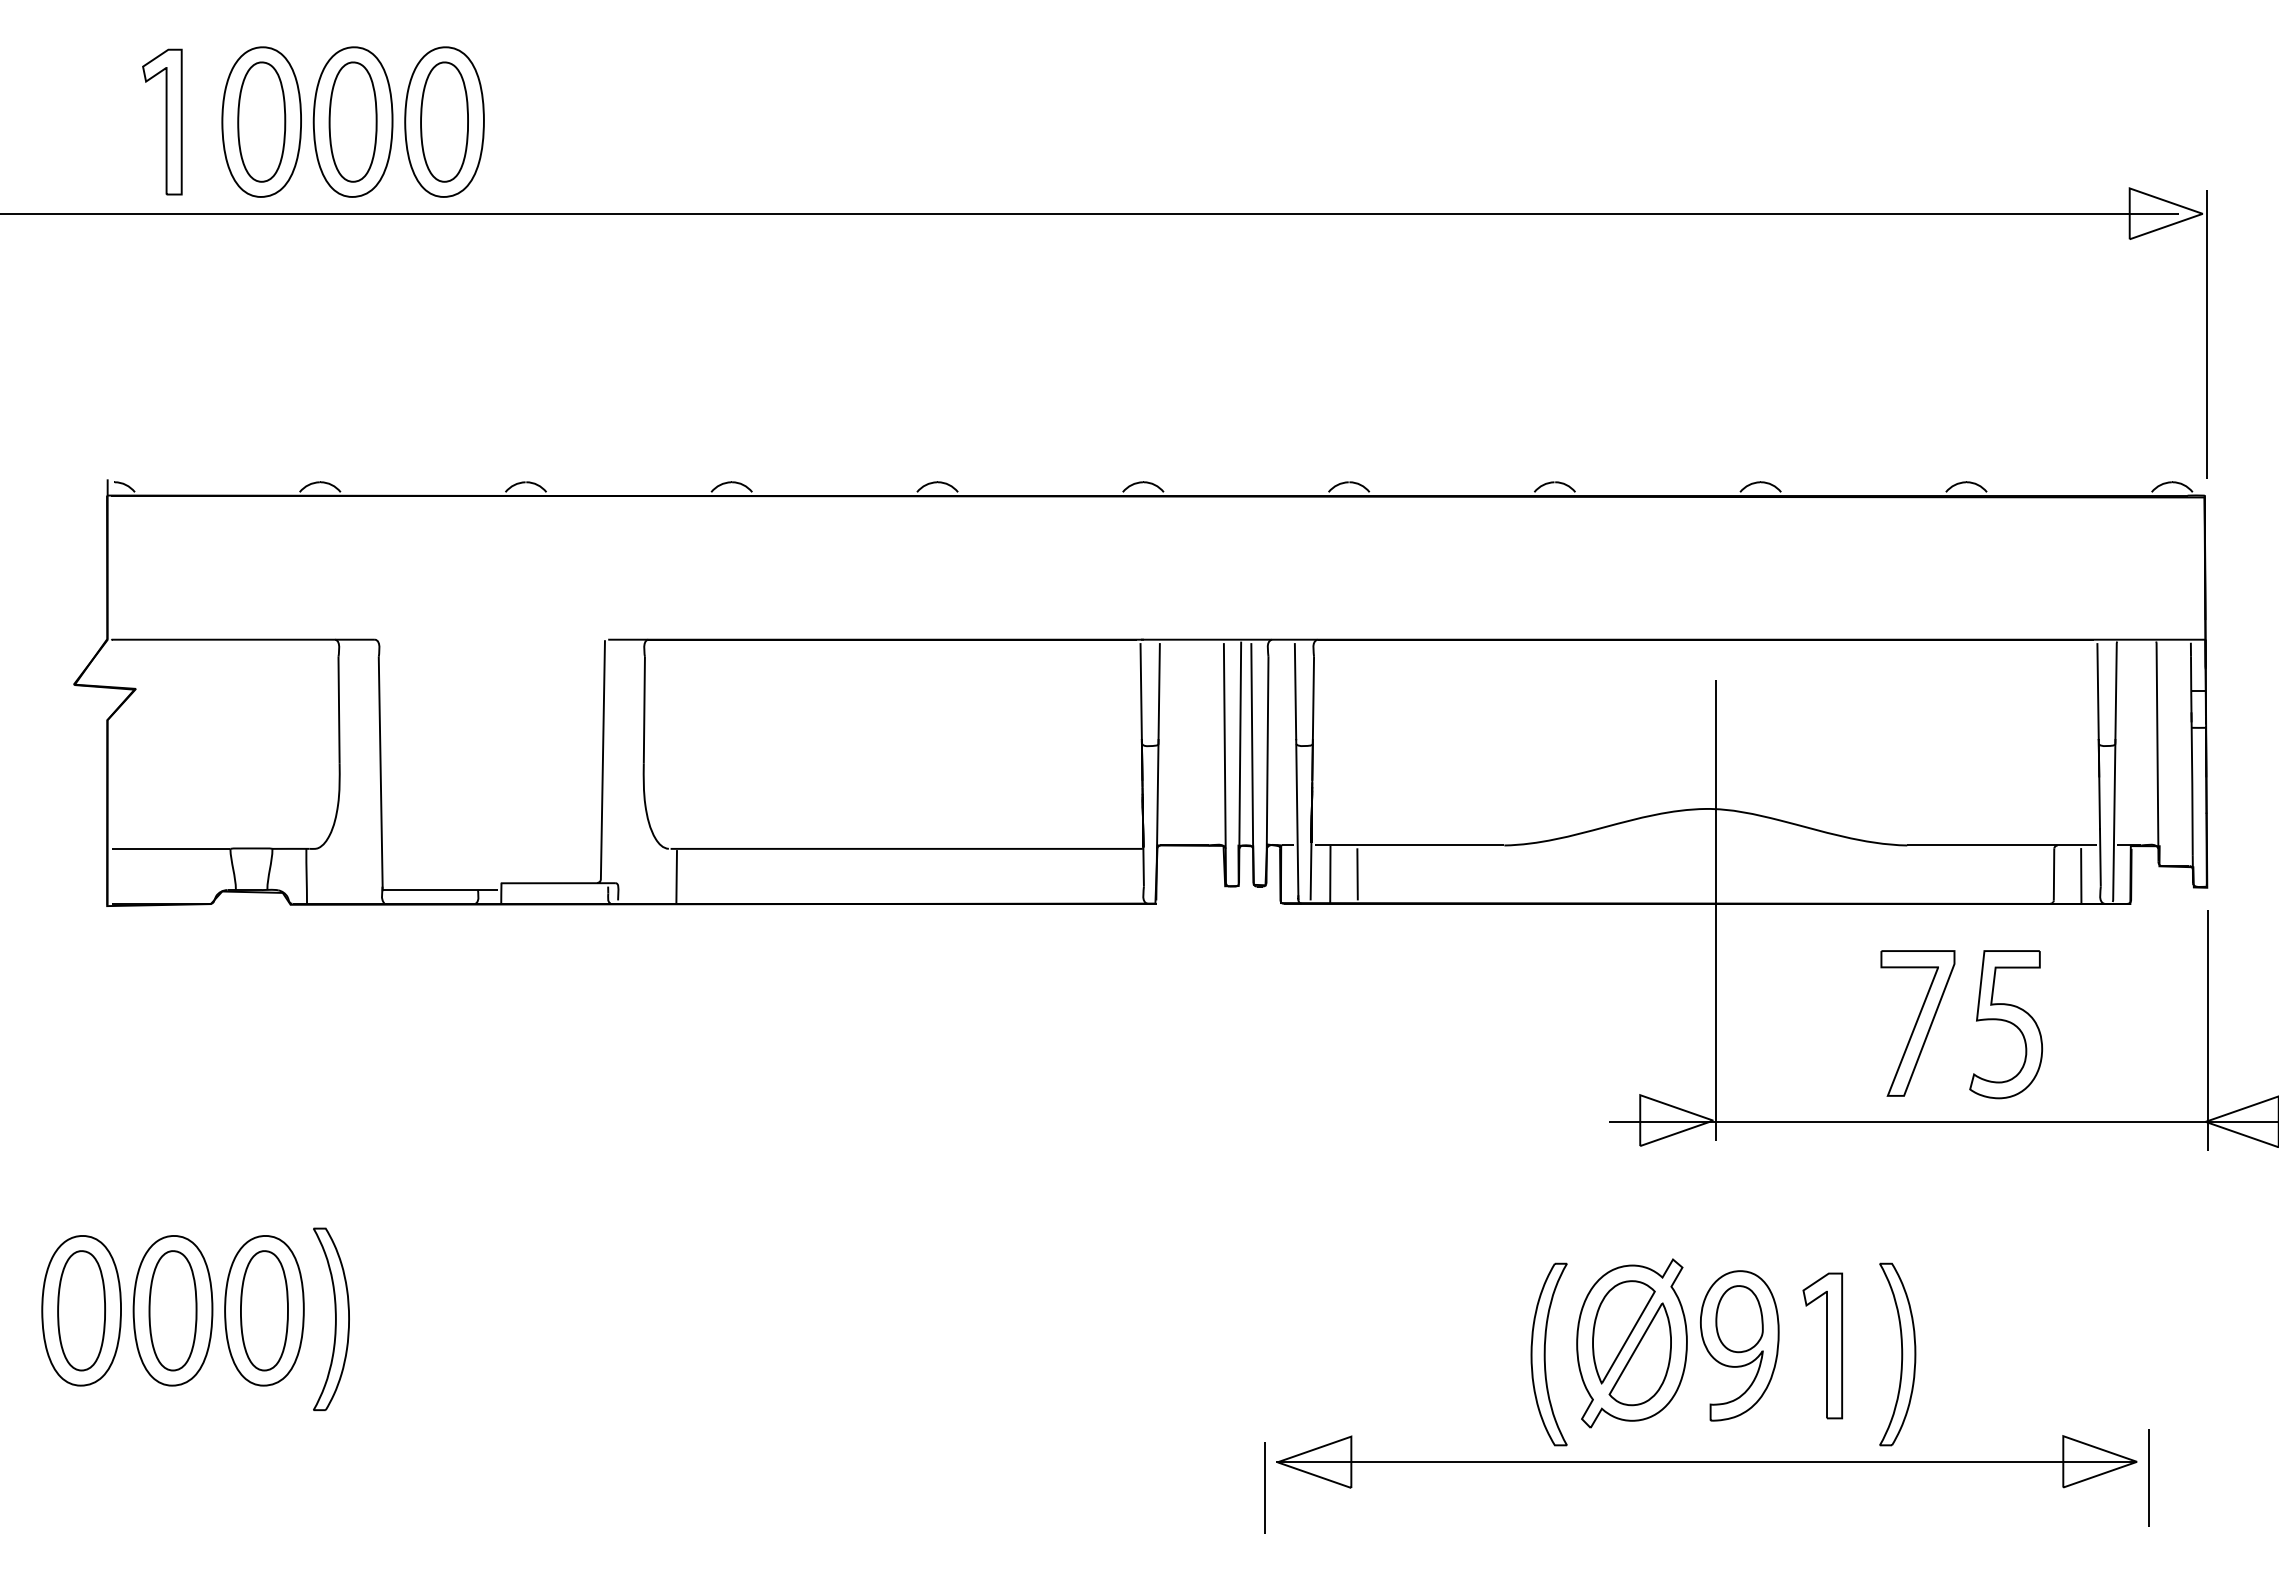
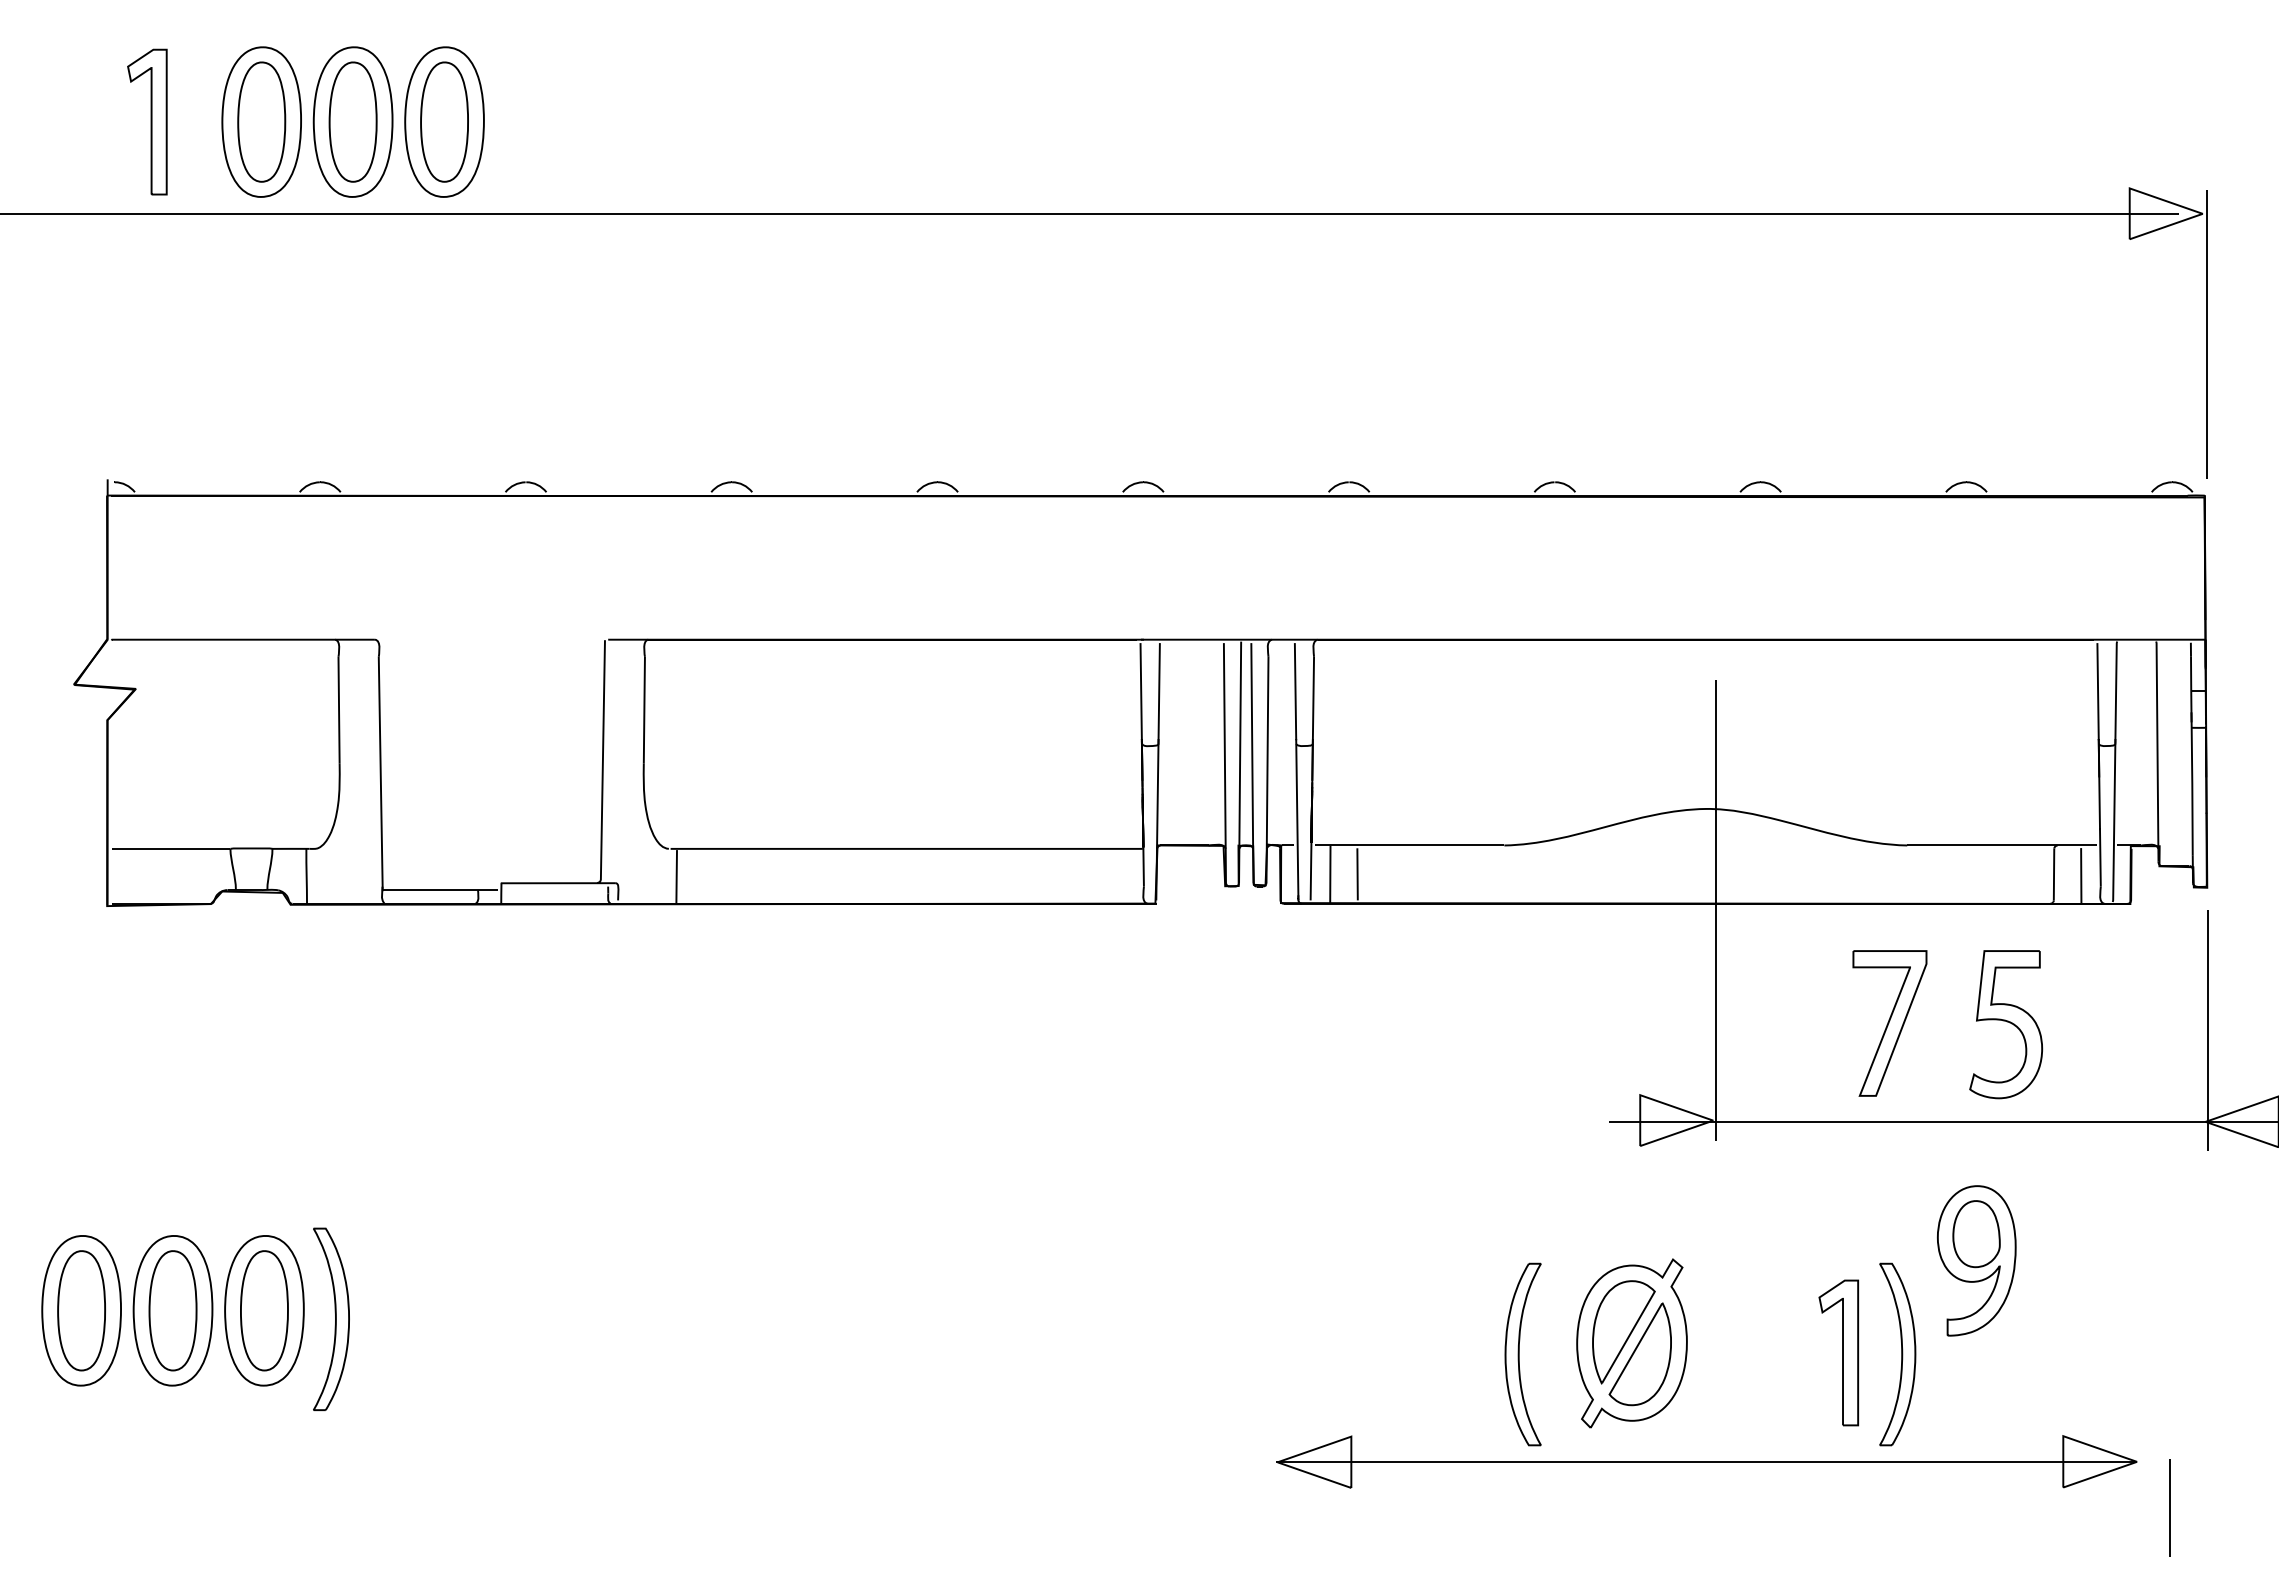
part at (162, 121) position: (162, 121) -> (147, 121)
part at (1917, 1023) position: (1917, 1023) -> (1889, 1023)
part at (1739, 1345) position: (1739, 1345) -> (1976, 1260)
part at (1822, 1345) position: (1822, 1345) -> (1838, 1352)
part at (1548, 1354) position: (1548, 1354) -> (1522, 1354)
line at (2148, 1477) position: (2148, 1477) -> (2169, 1507)
line at (1264, 1487): present -> none
